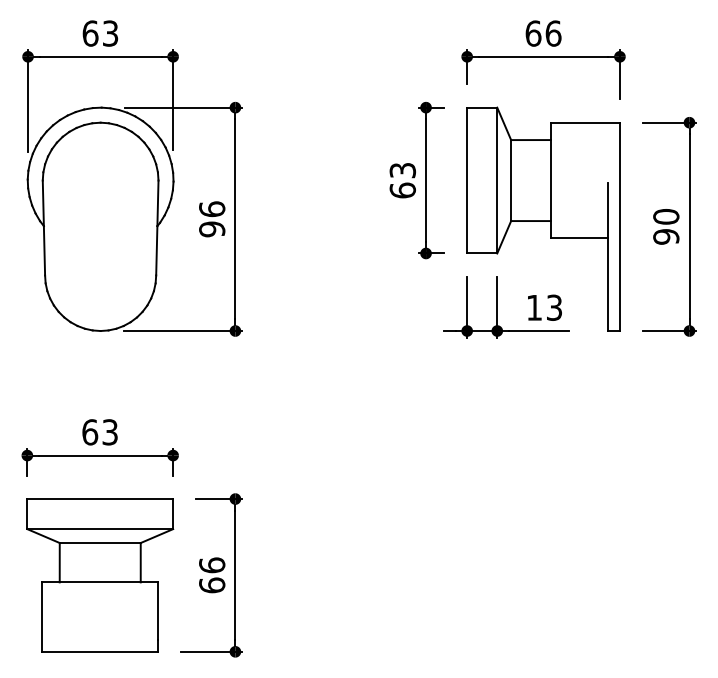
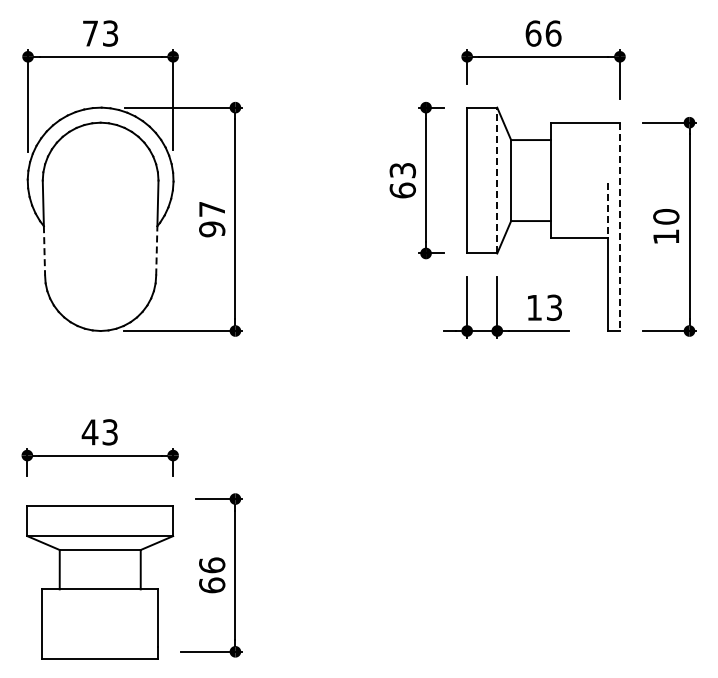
text at (90, 33): 63 -> 73
line at (497, 180): solid -> dashed
text at (212, 209): 96 -> 97
line at (608, 210): solid -> dashed
line at (619, 227): solid -> dashed
text at (666, 236): 90 -> 10
line at (44, 250): solid -> dashed
line at (156, 250): solid -> dashed
text at (89, 432): 63 -> 43
part at (100, 575) position: (100, 575) -> (100, 582)
